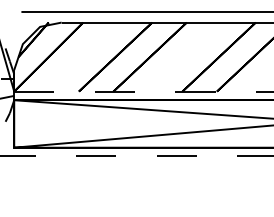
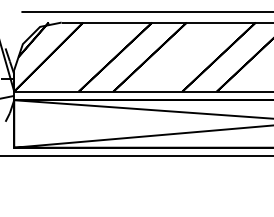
line at (144, 91): dashed -> solid
line at (136, 156): dashed -> solid
